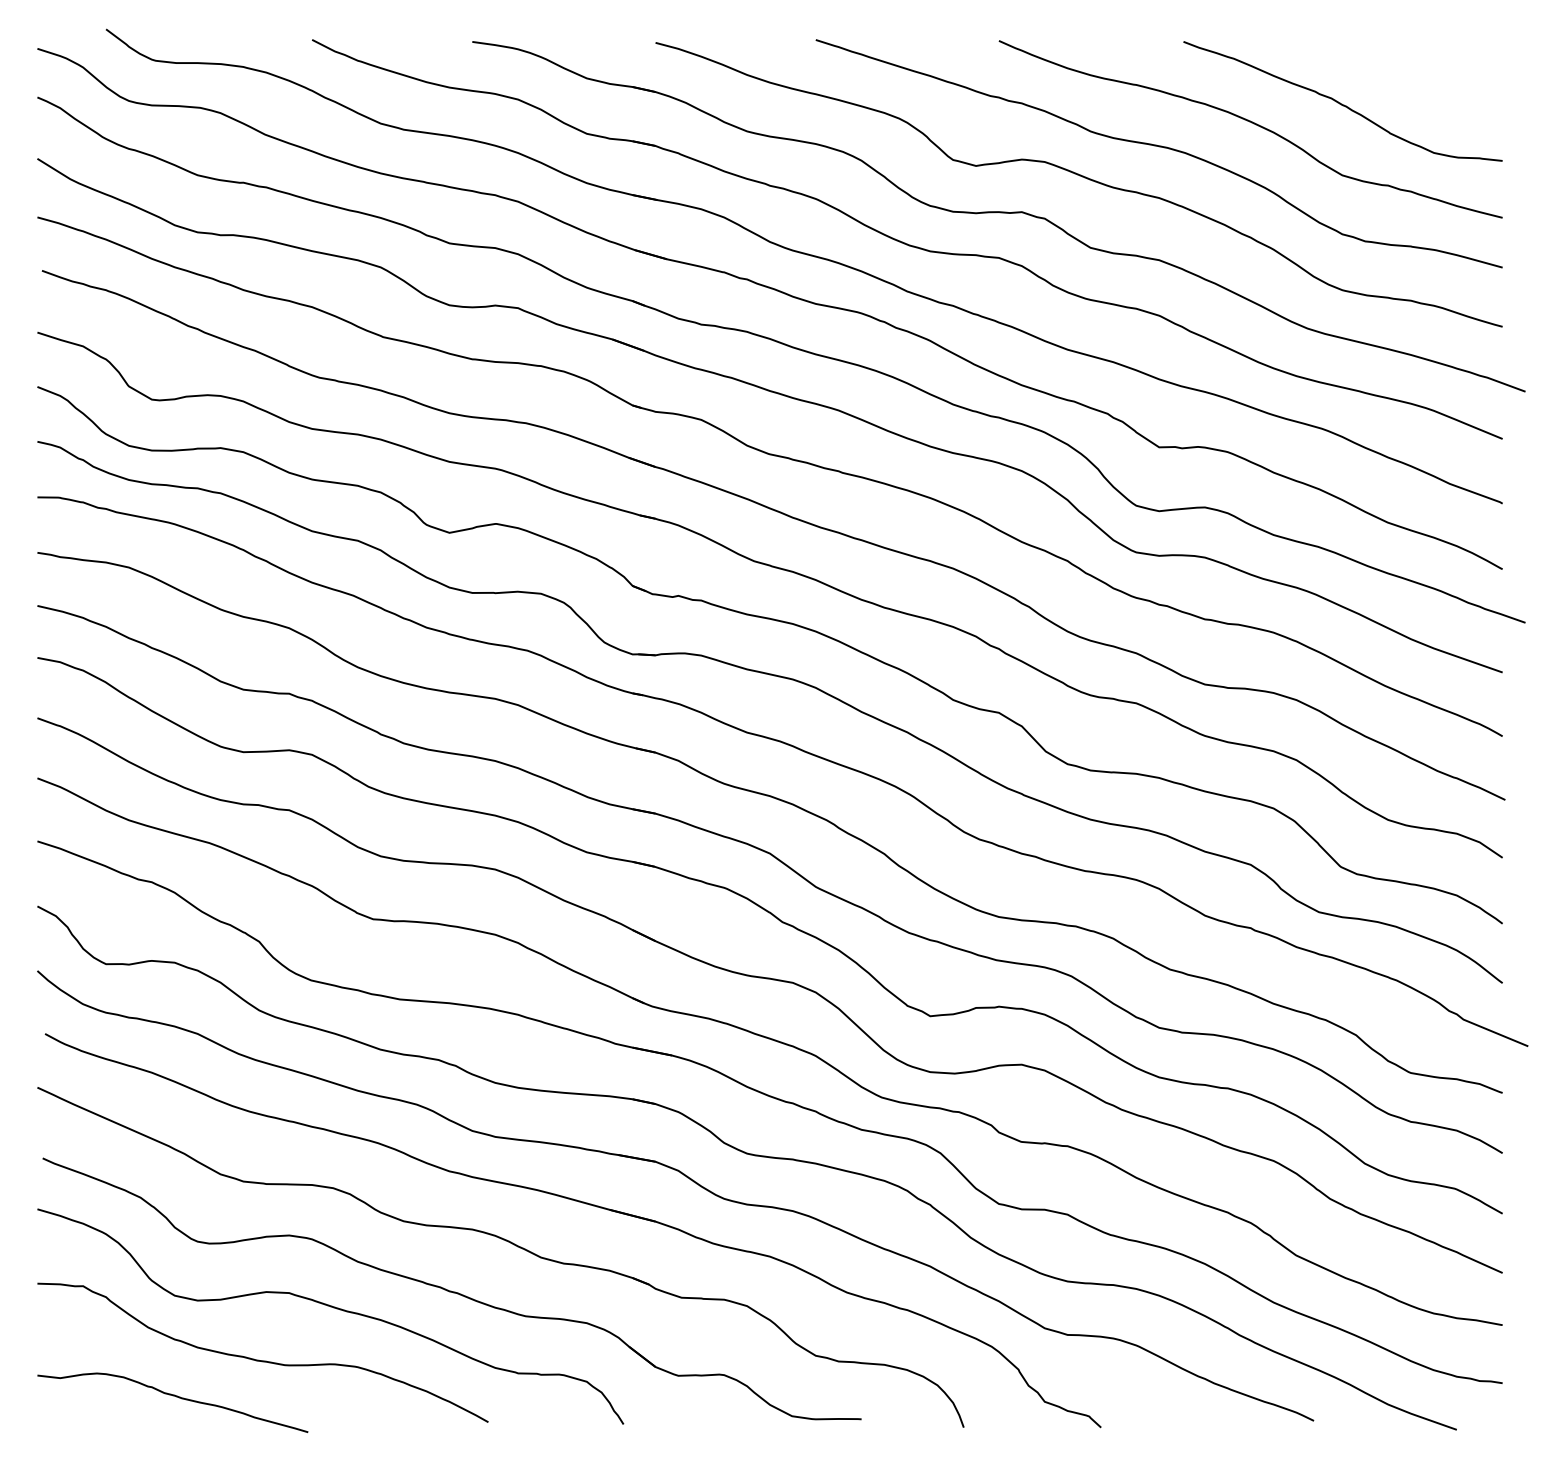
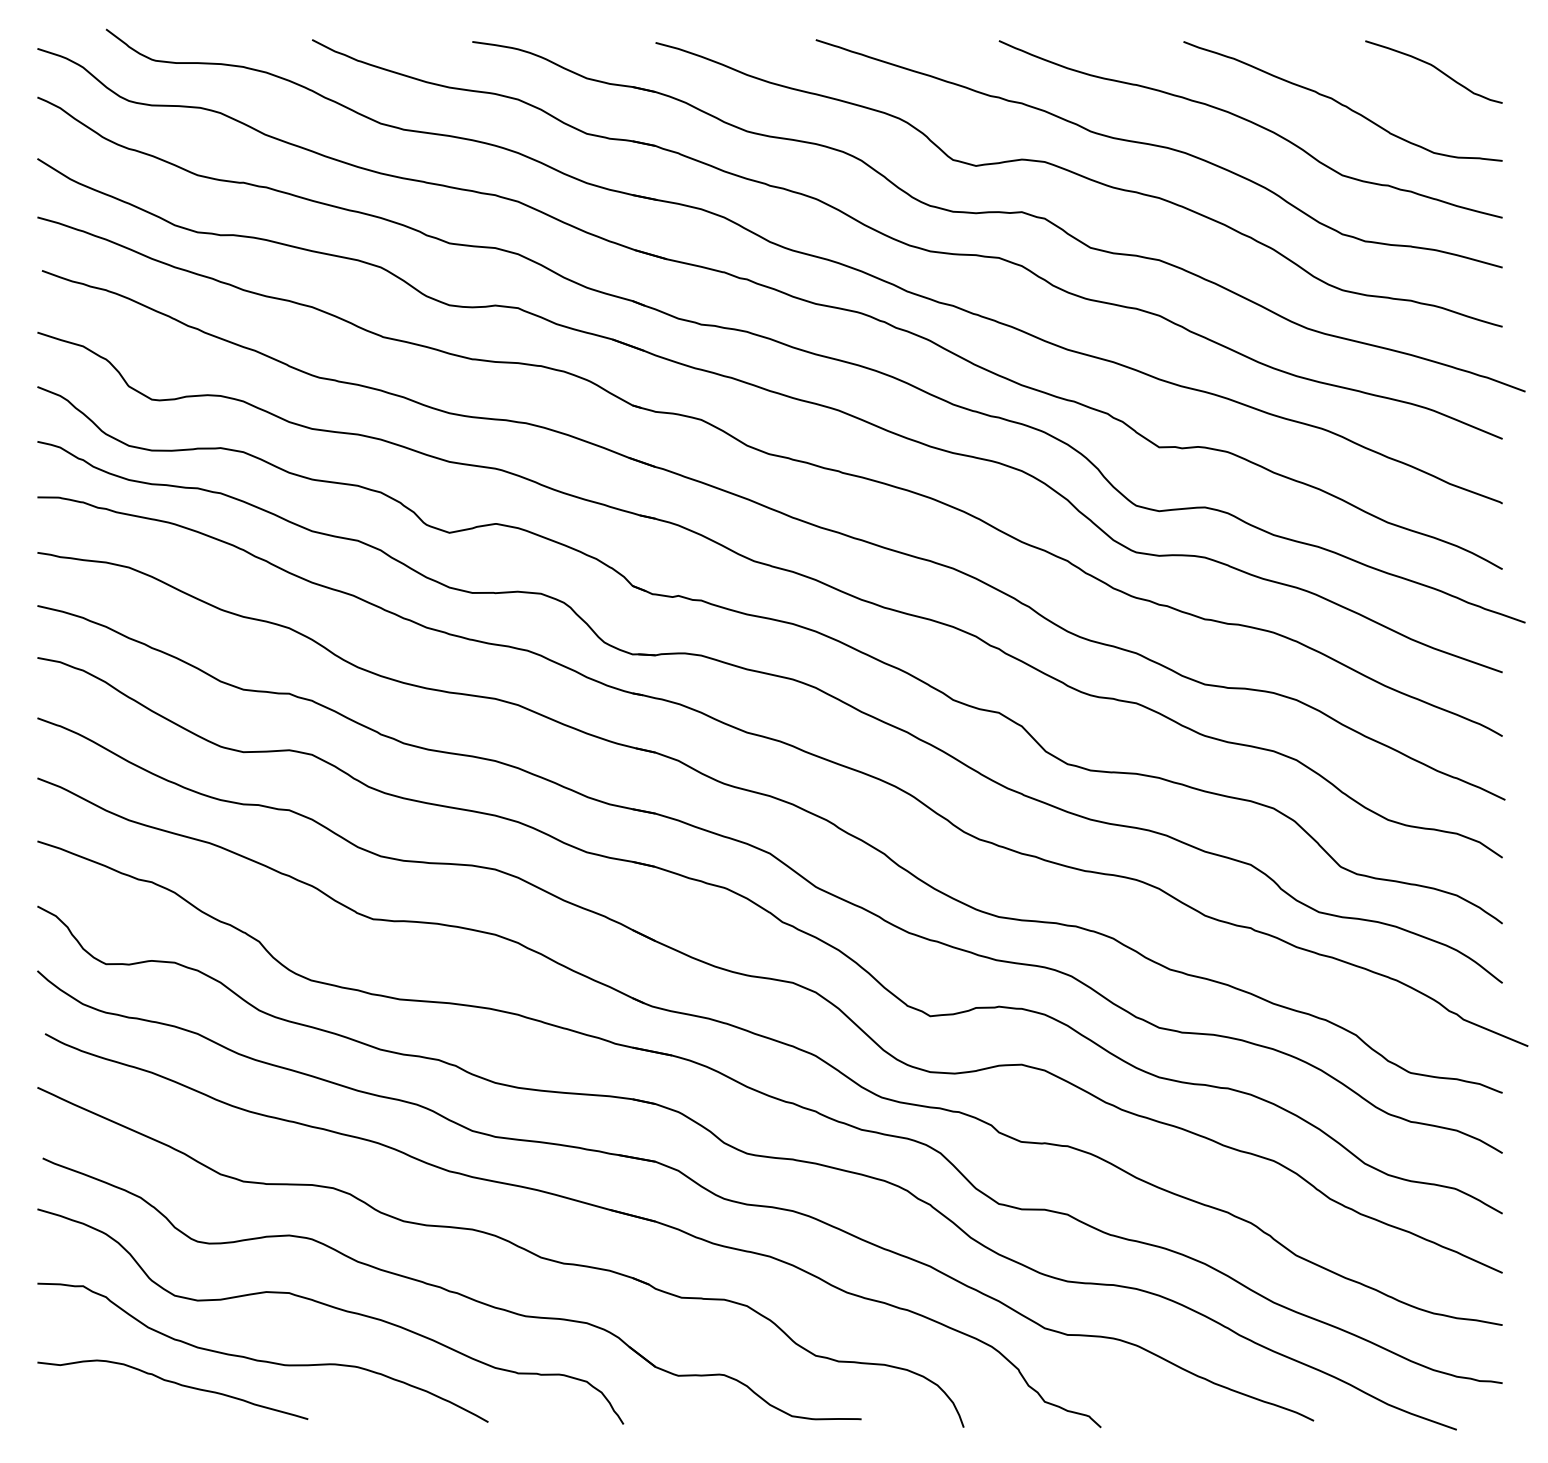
curve at (1435, 68): none -> present
curve at (173, 1396) position: (173, 1396) -> (173, 1383)
